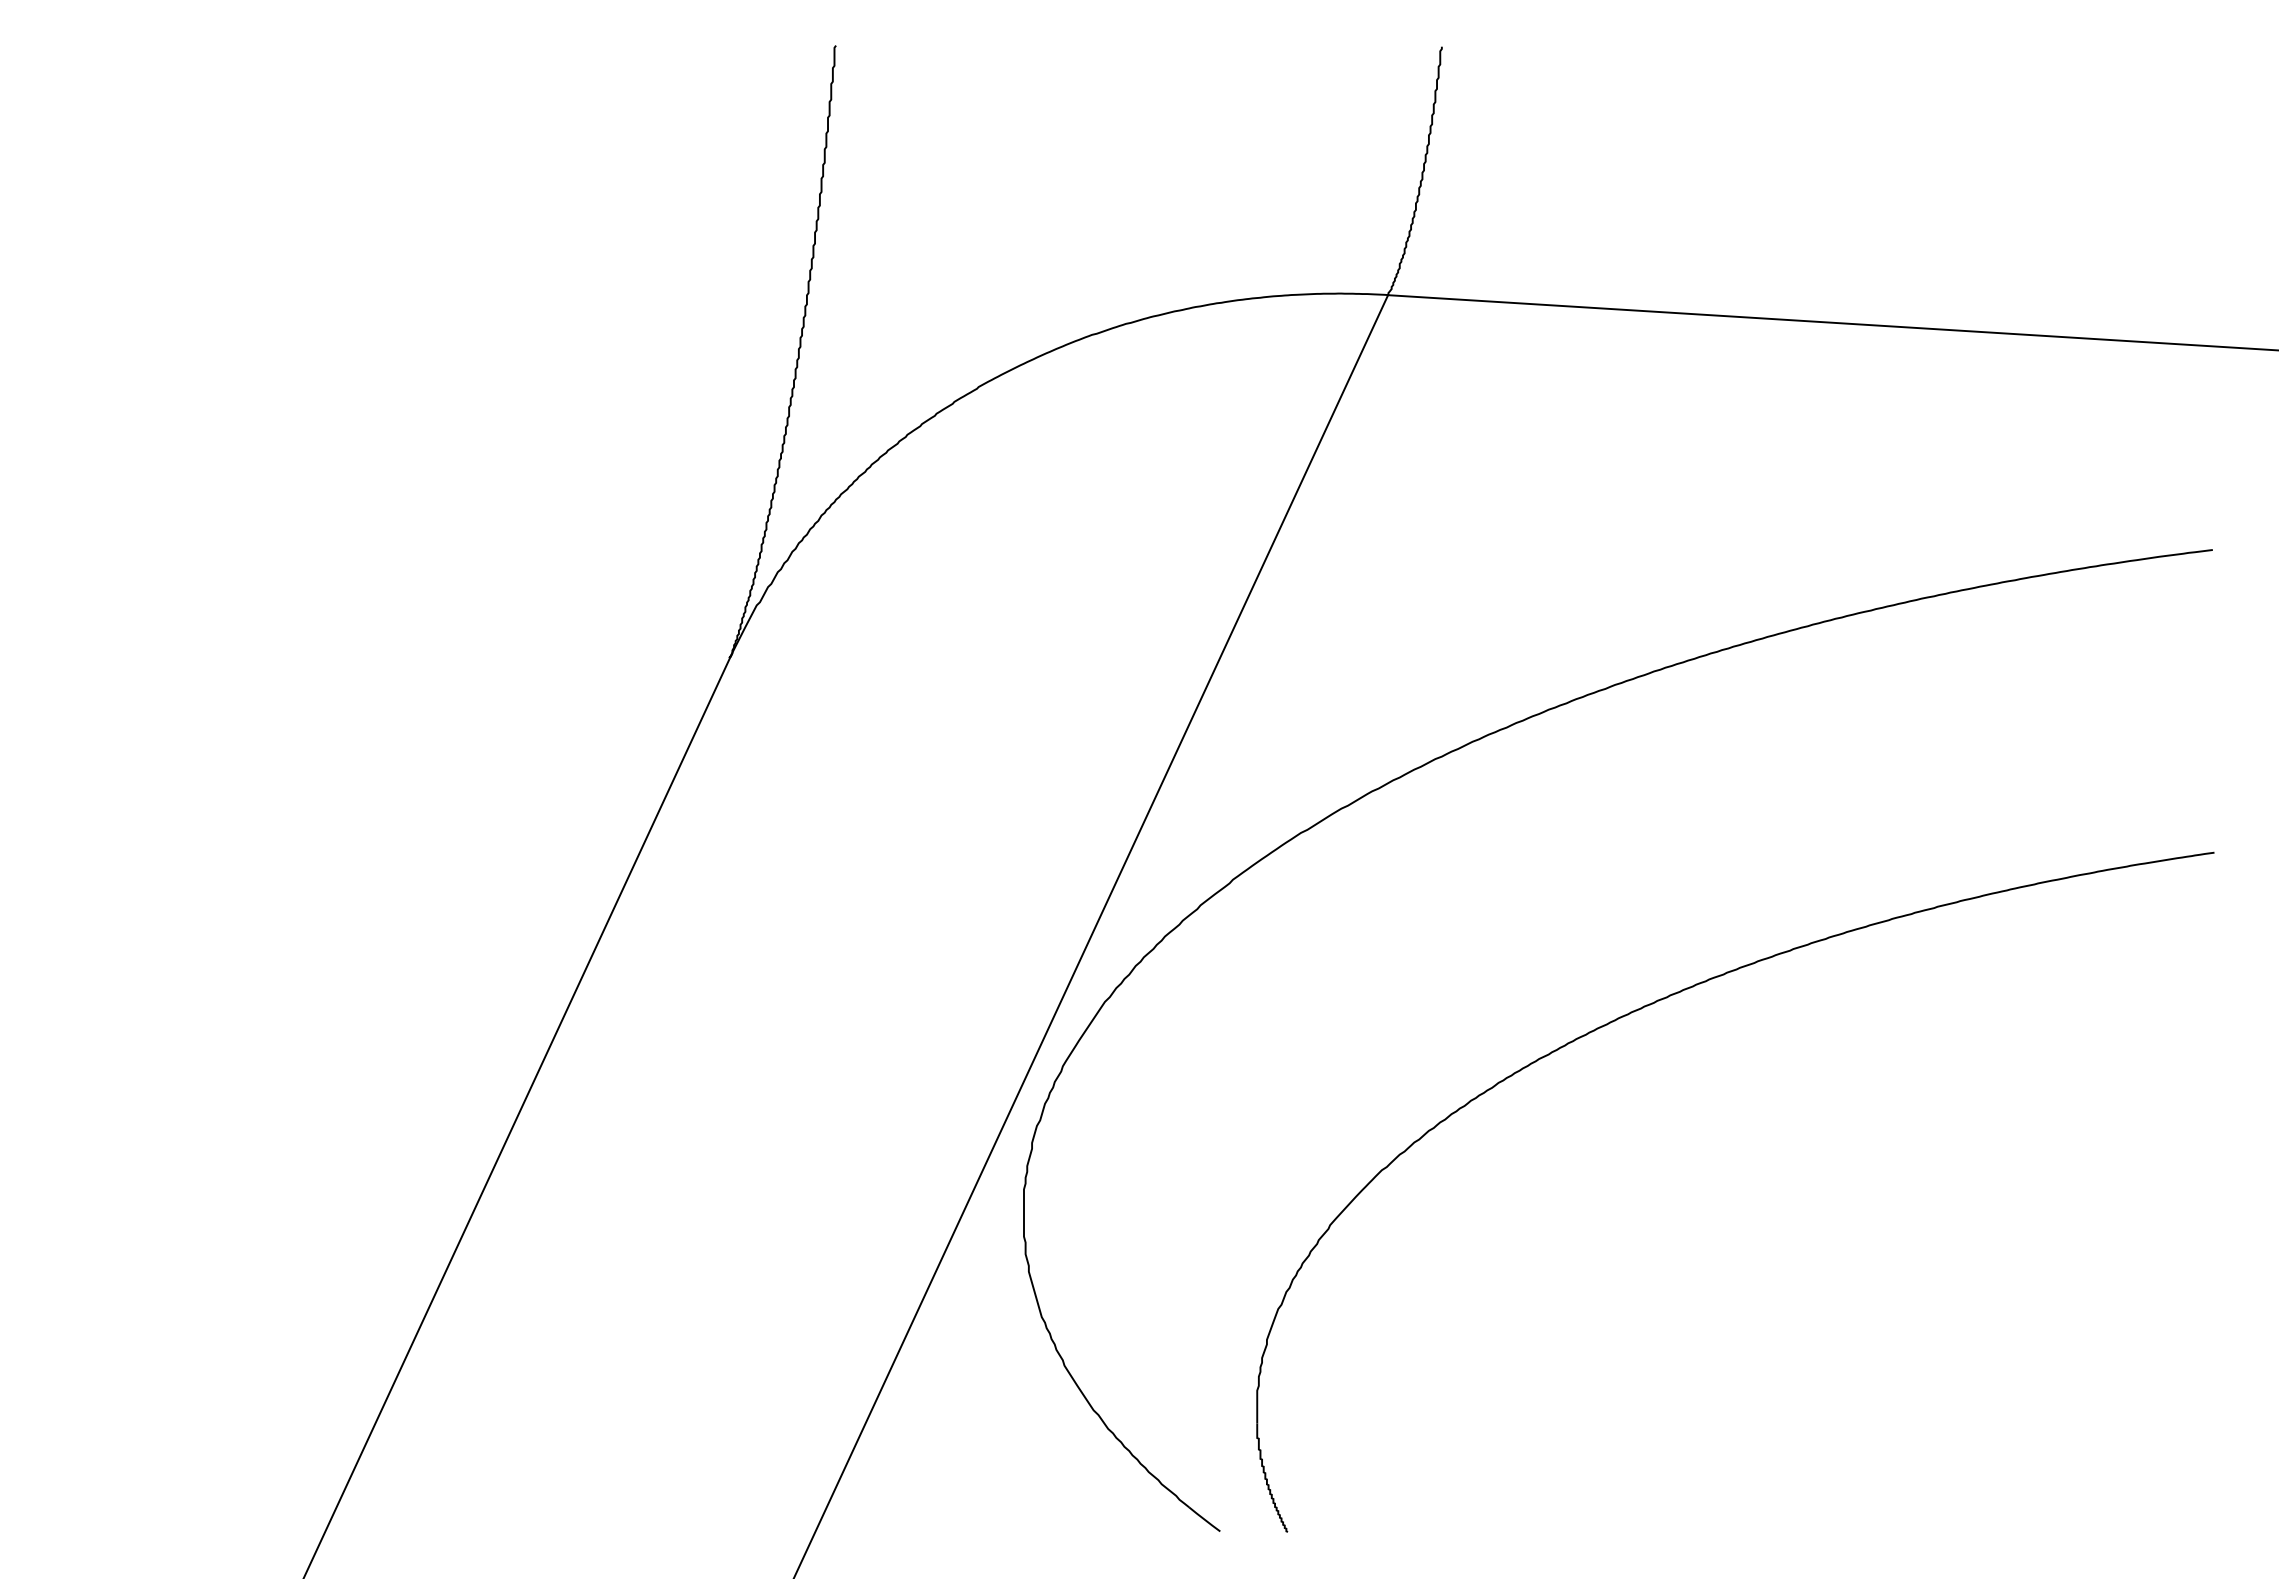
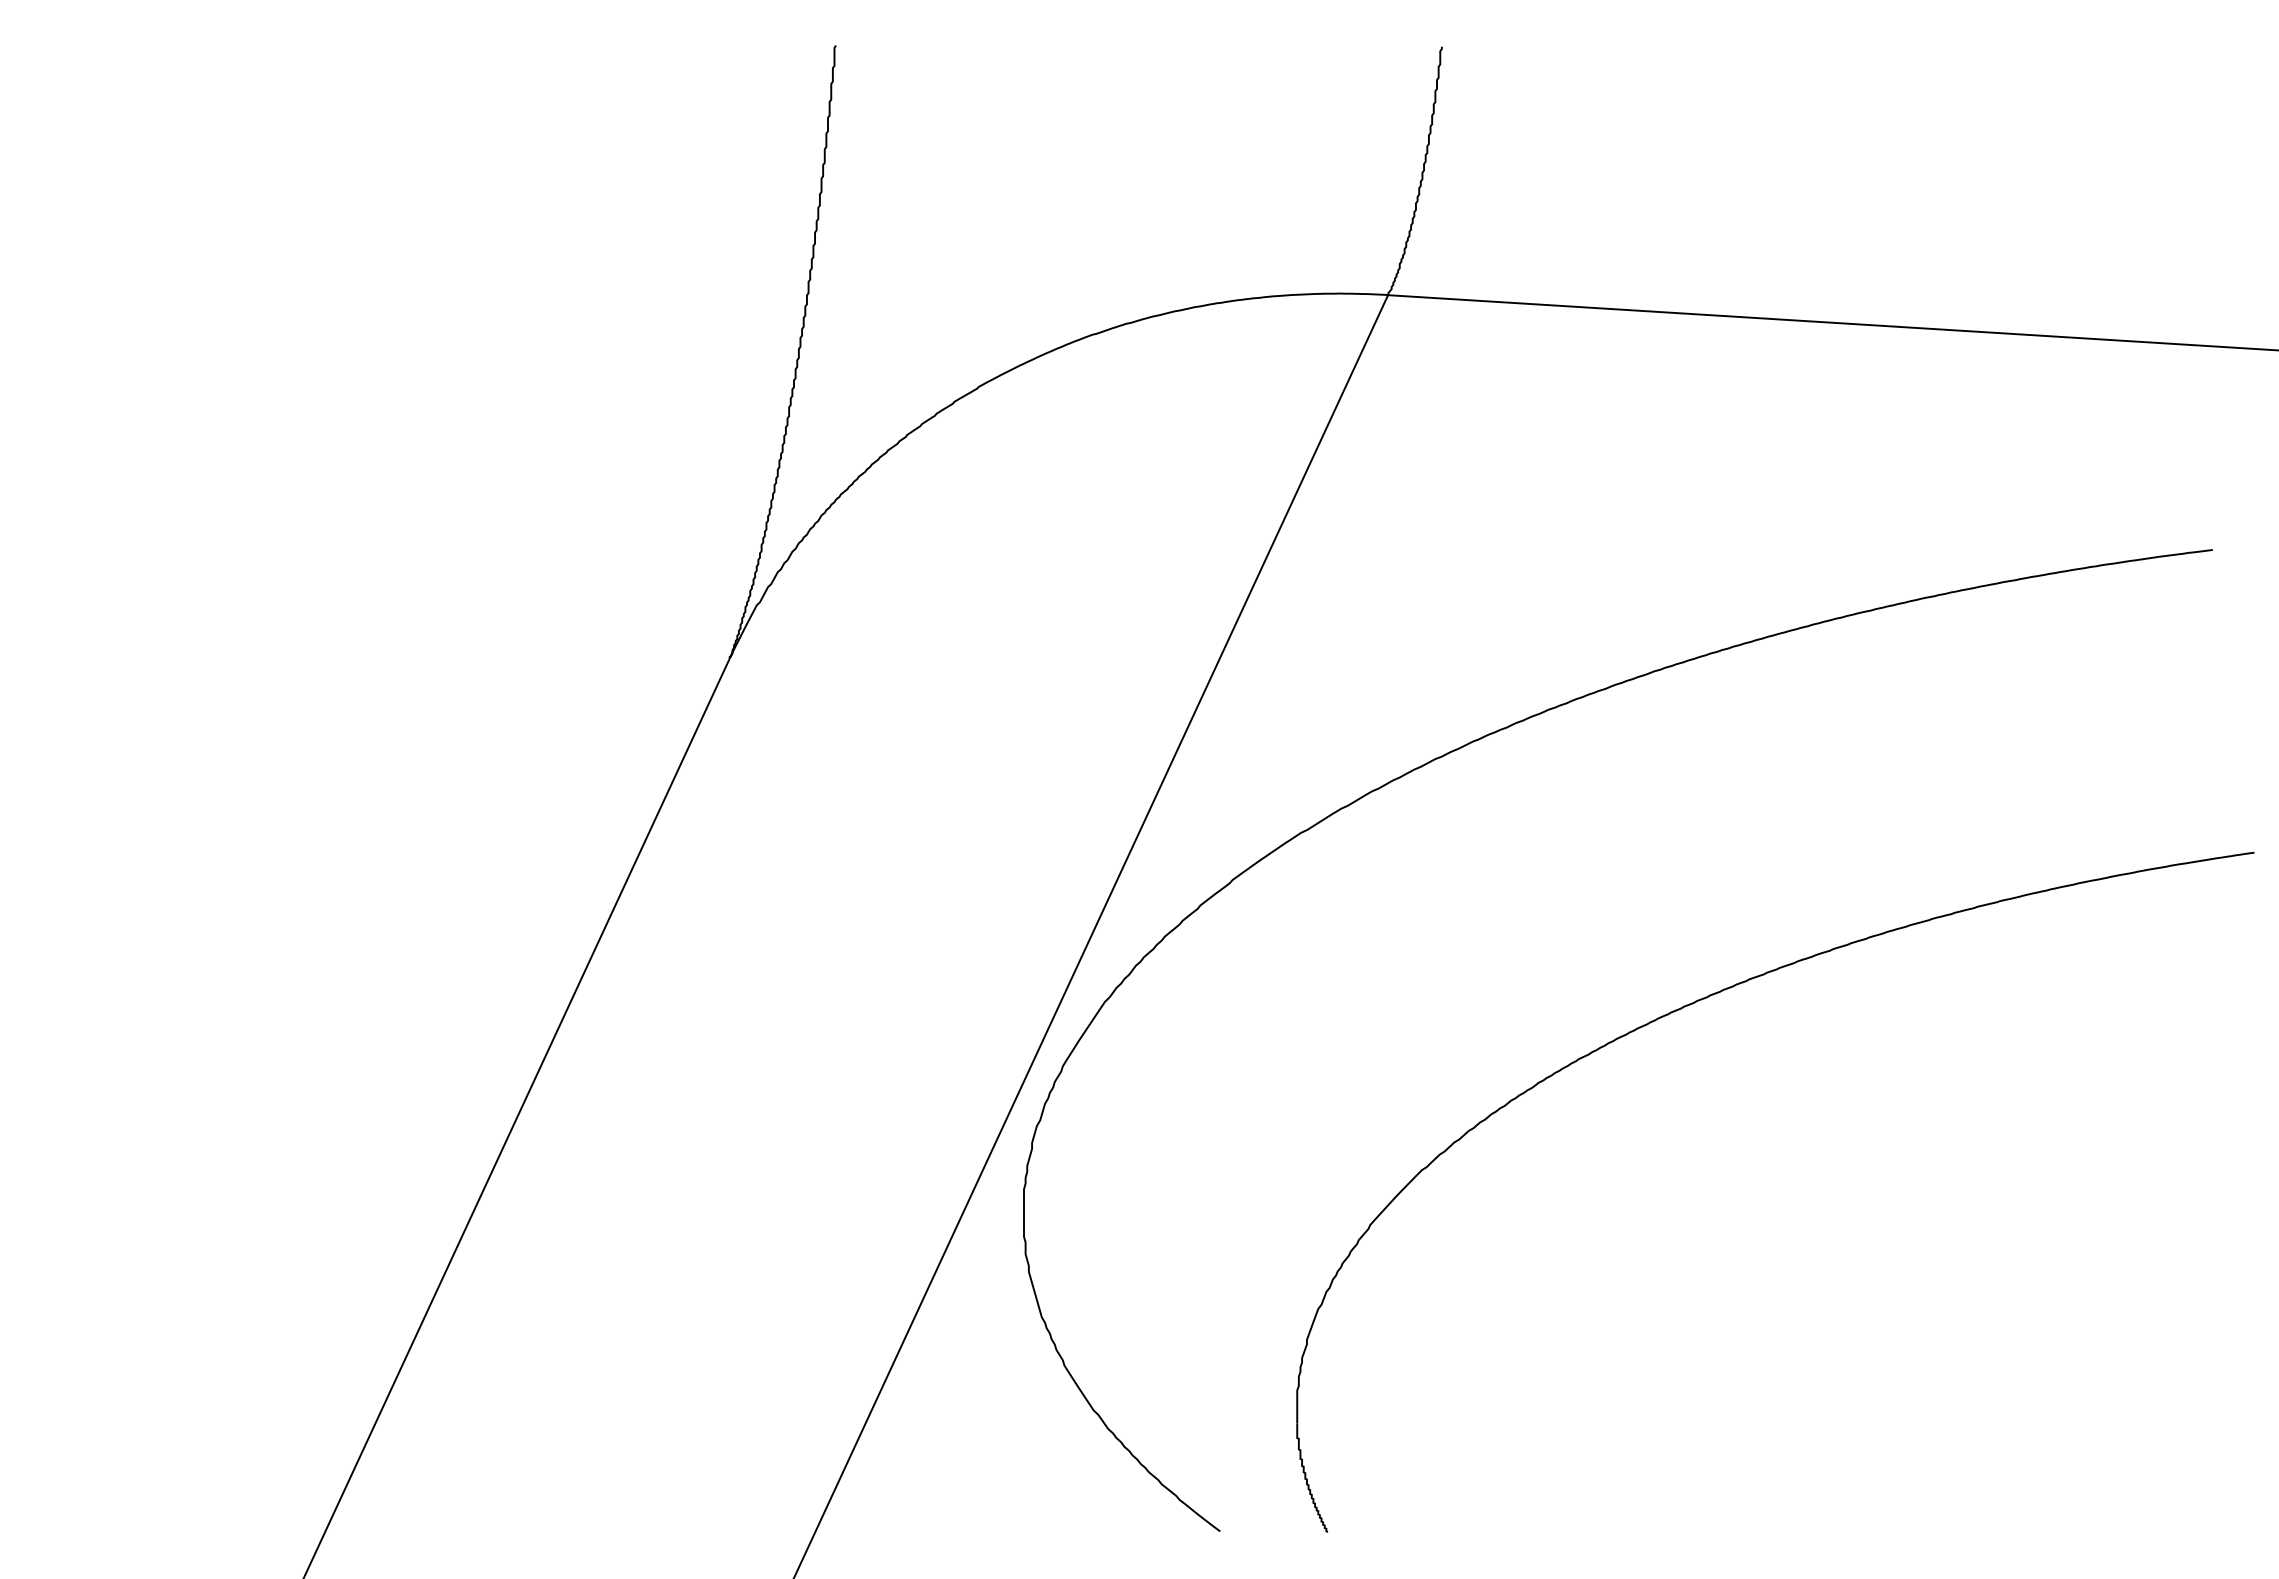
part at (1655, 1003) position: (1655, 1003) -> (1695, 1003)
